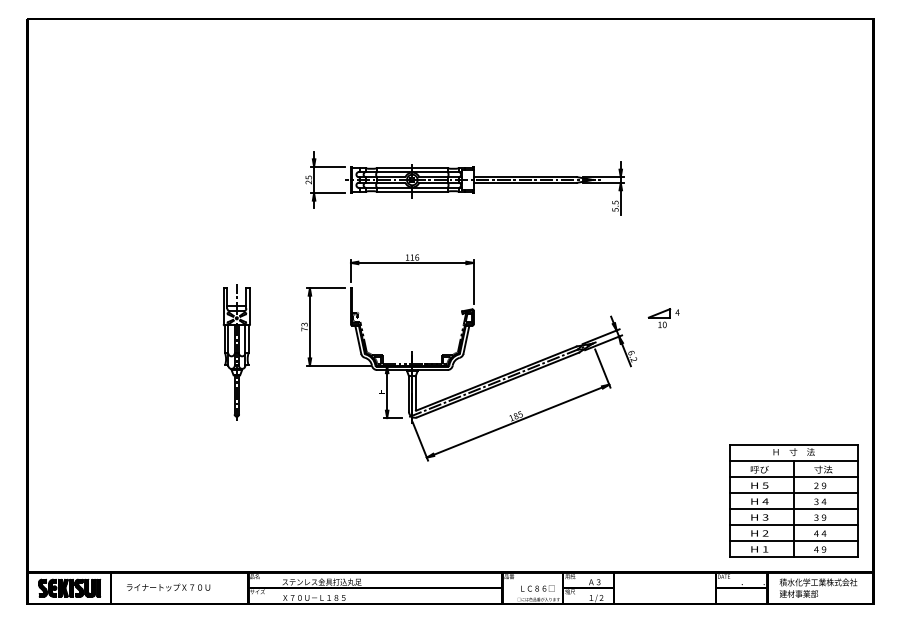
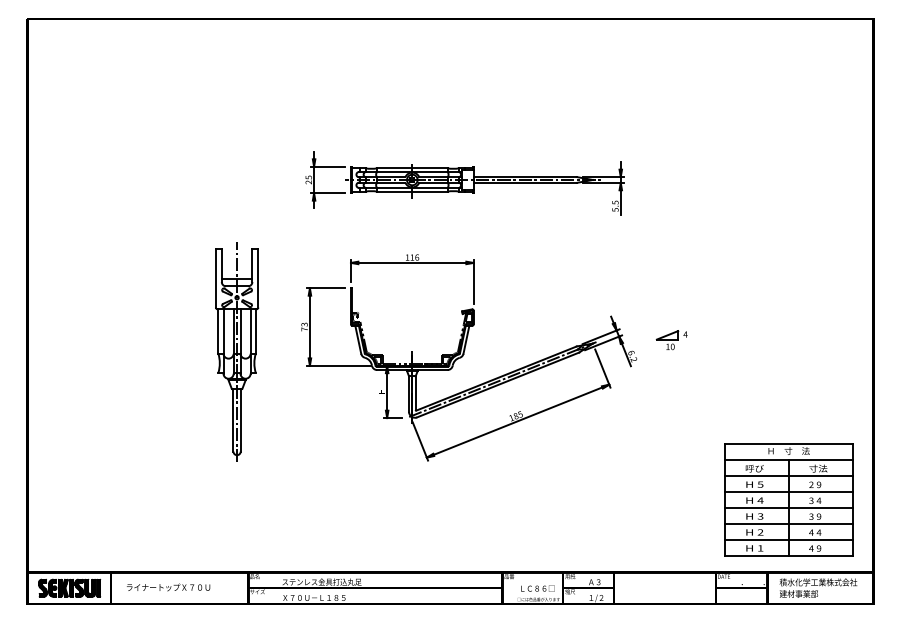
part at (663, 318) position: (663, 318) -> (671, 340)
part at (236, 352) size: 29x137 px -> 45x220 px
part at (793, 500) position: (793, 500) -> (788, 499)
